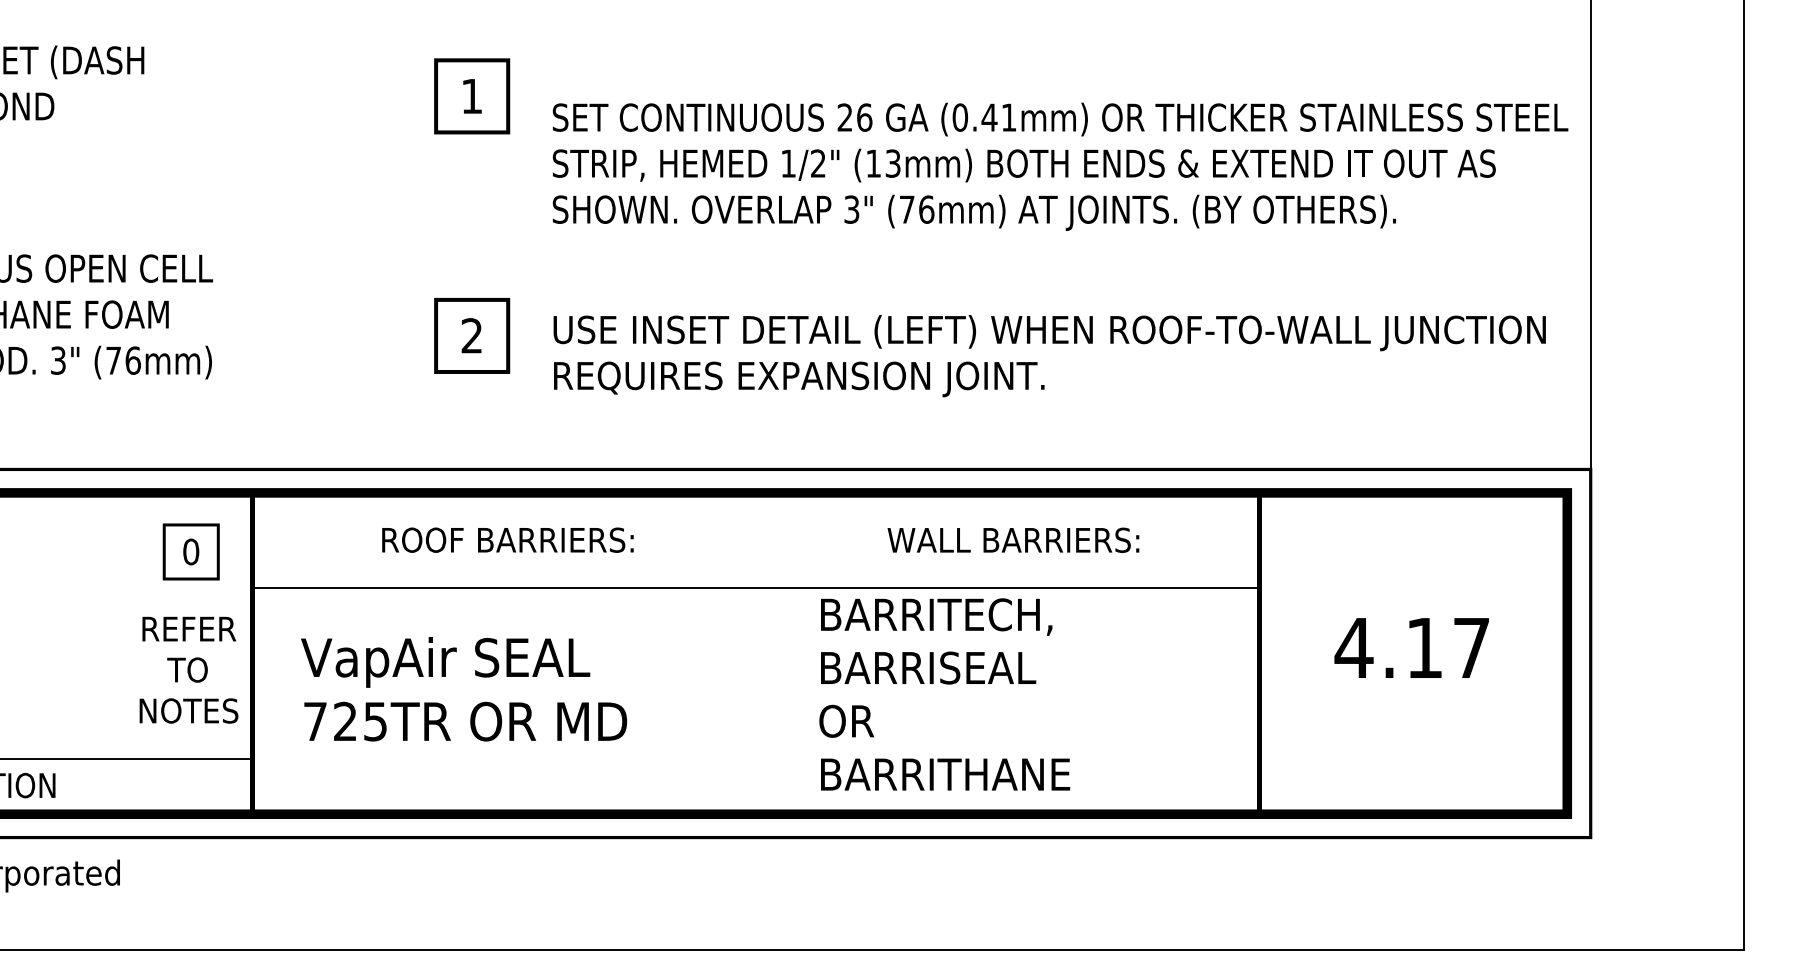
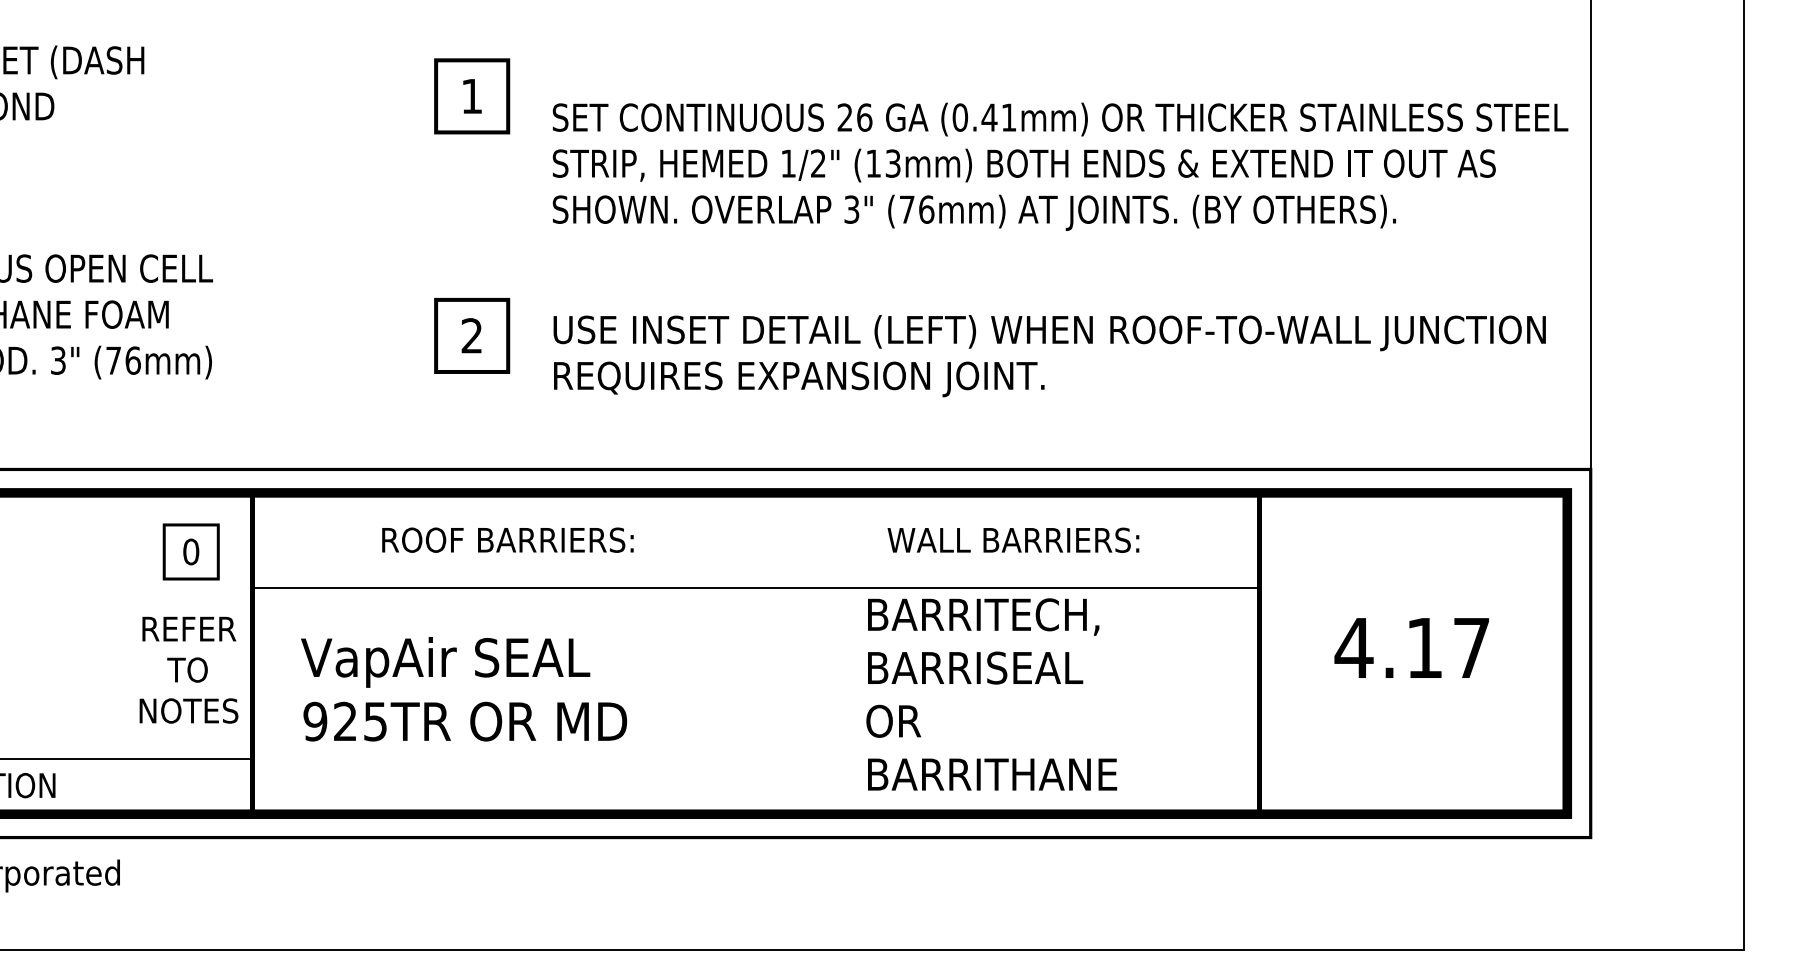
text at (944, 694) position: (944, 694) -> (991, 694)
text at (315, 721): 725TR -> 925TR
